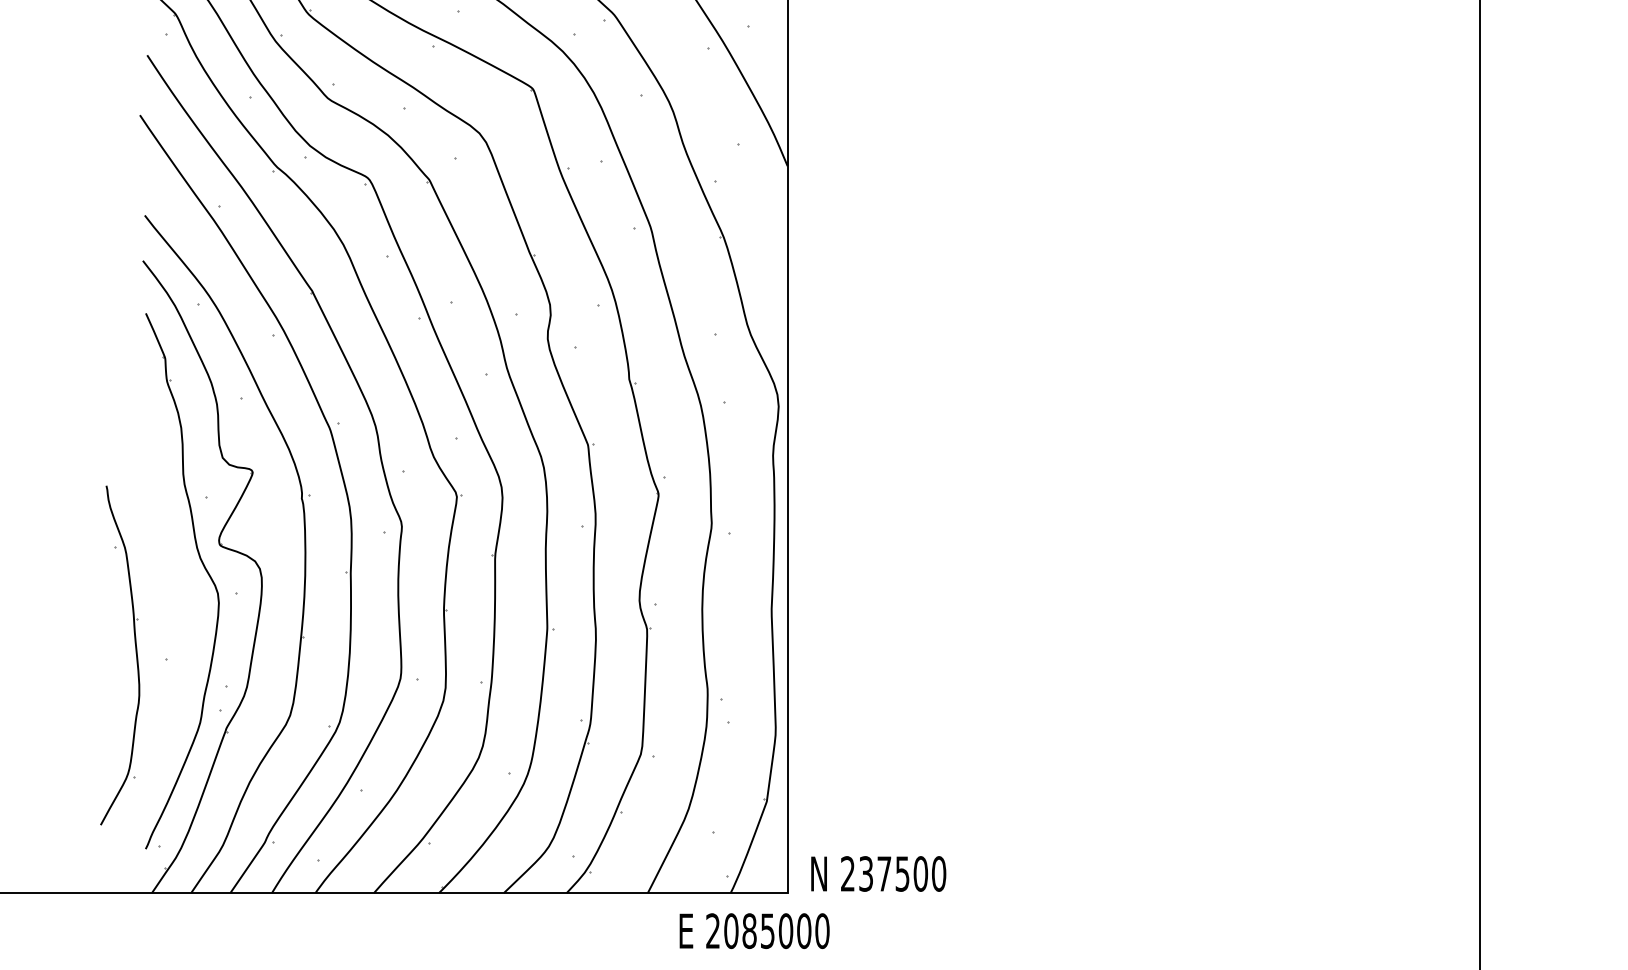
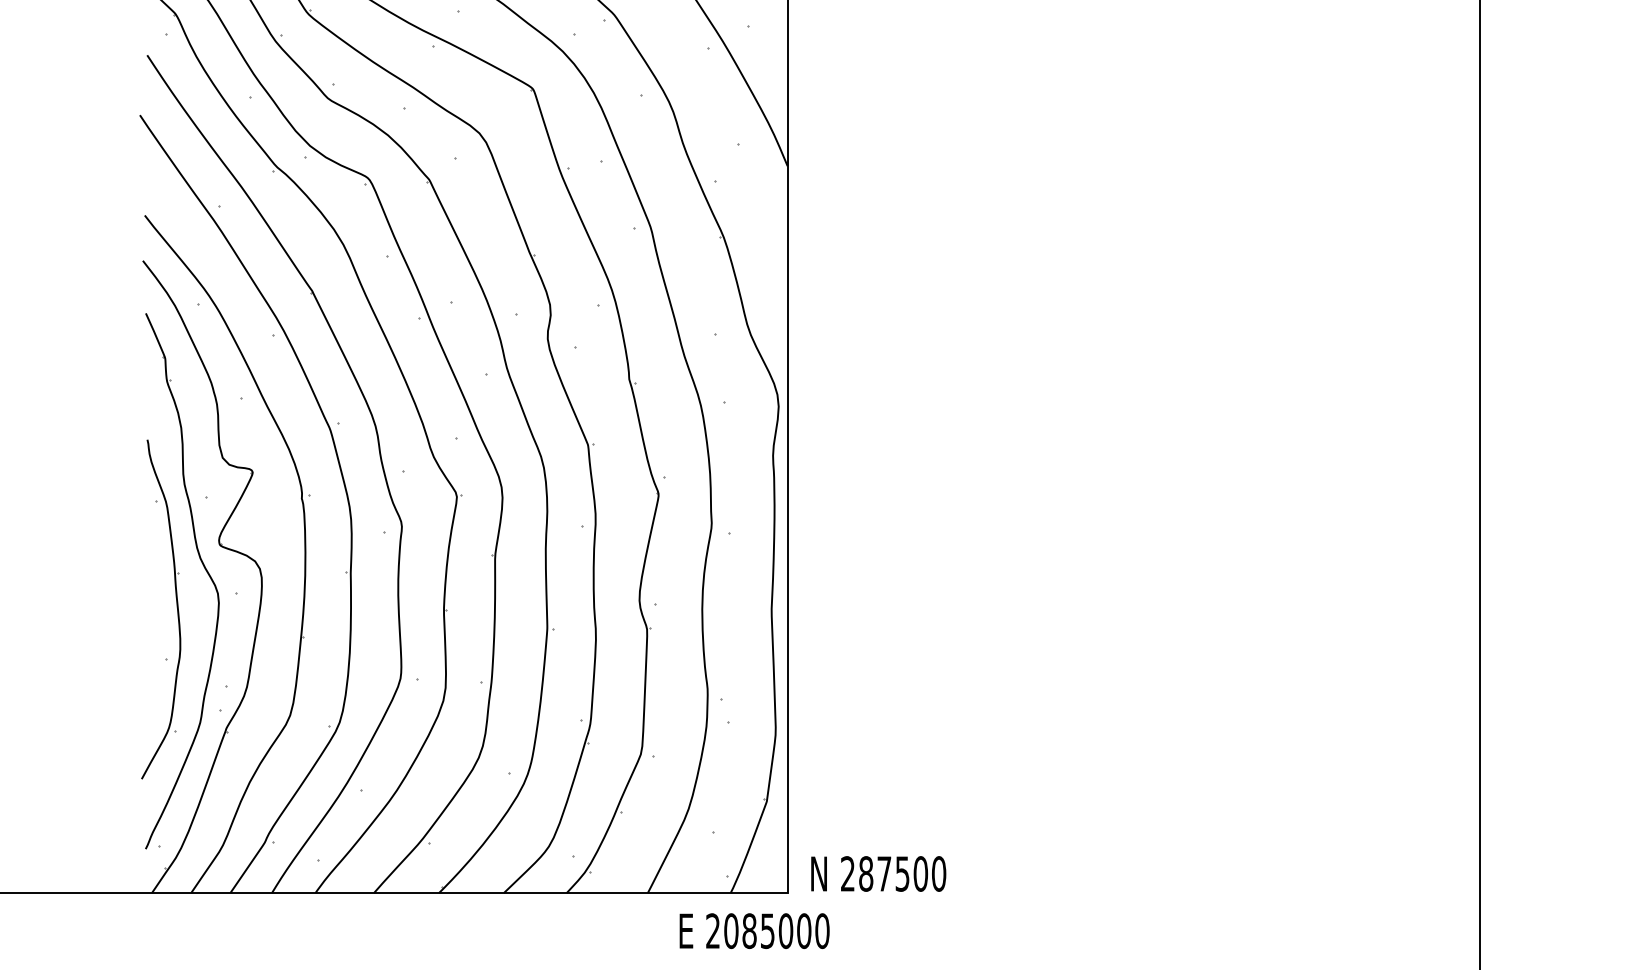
part at (135, 653) position: (135, 653) -> (176, 607)
text at (866, 873): 237500 -> 287500
